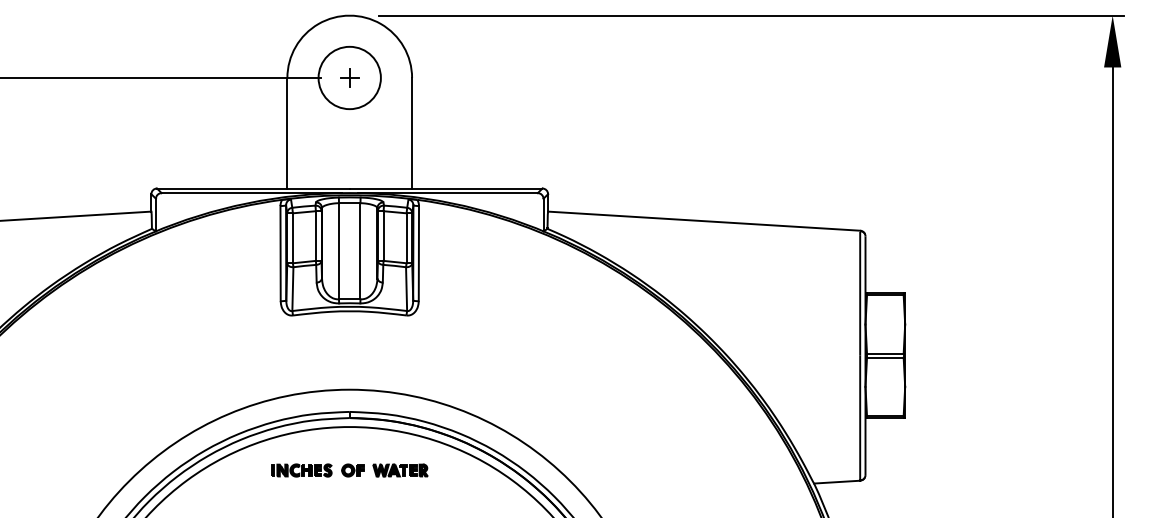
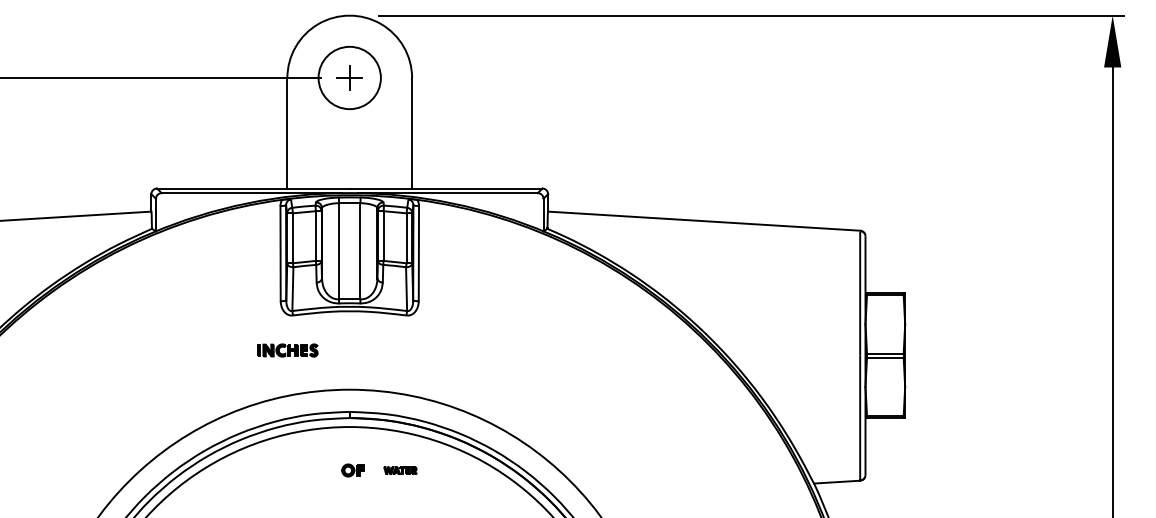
part at (349, 77) size: 20x20 px -> 27x26 px
part at (301, 470) position: (301, 470) -> (287, 350)
part at (400, 470) size: 57x15 px -> 35x9 px
